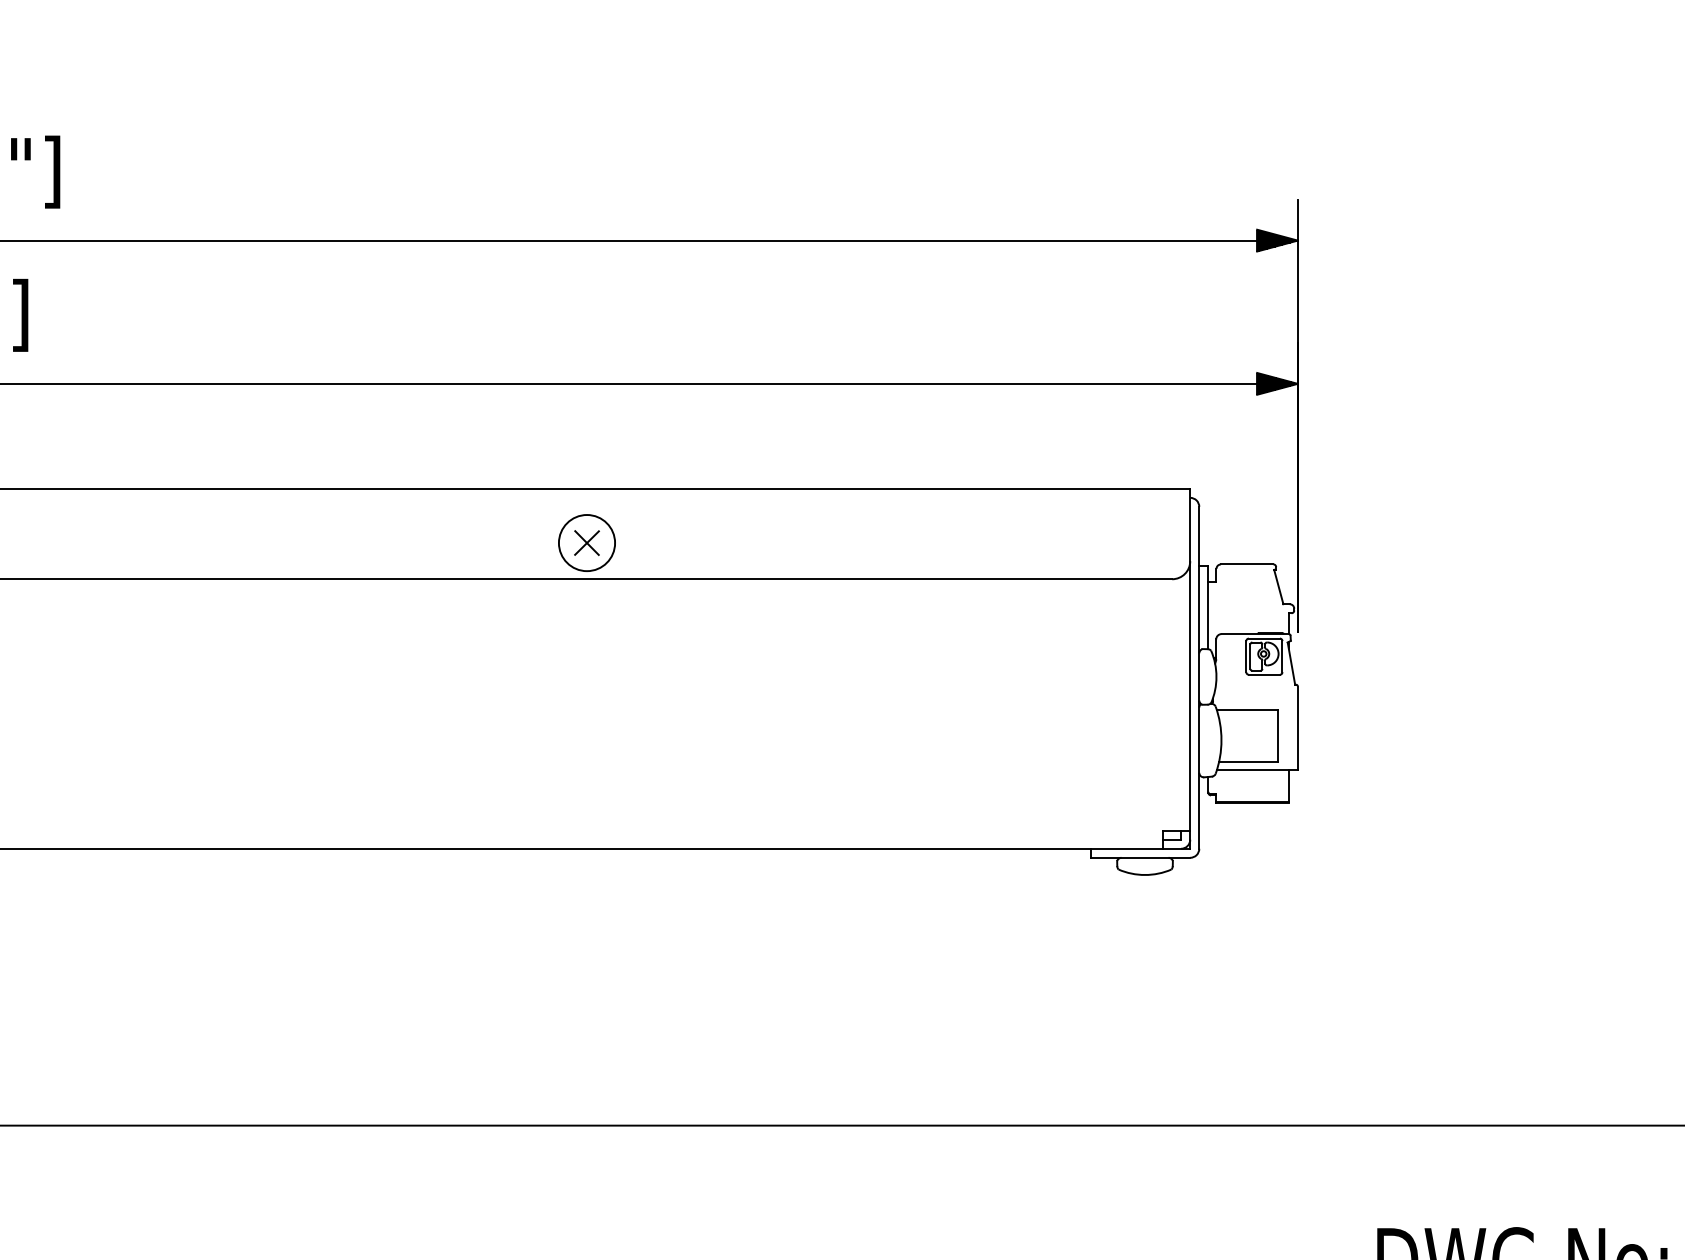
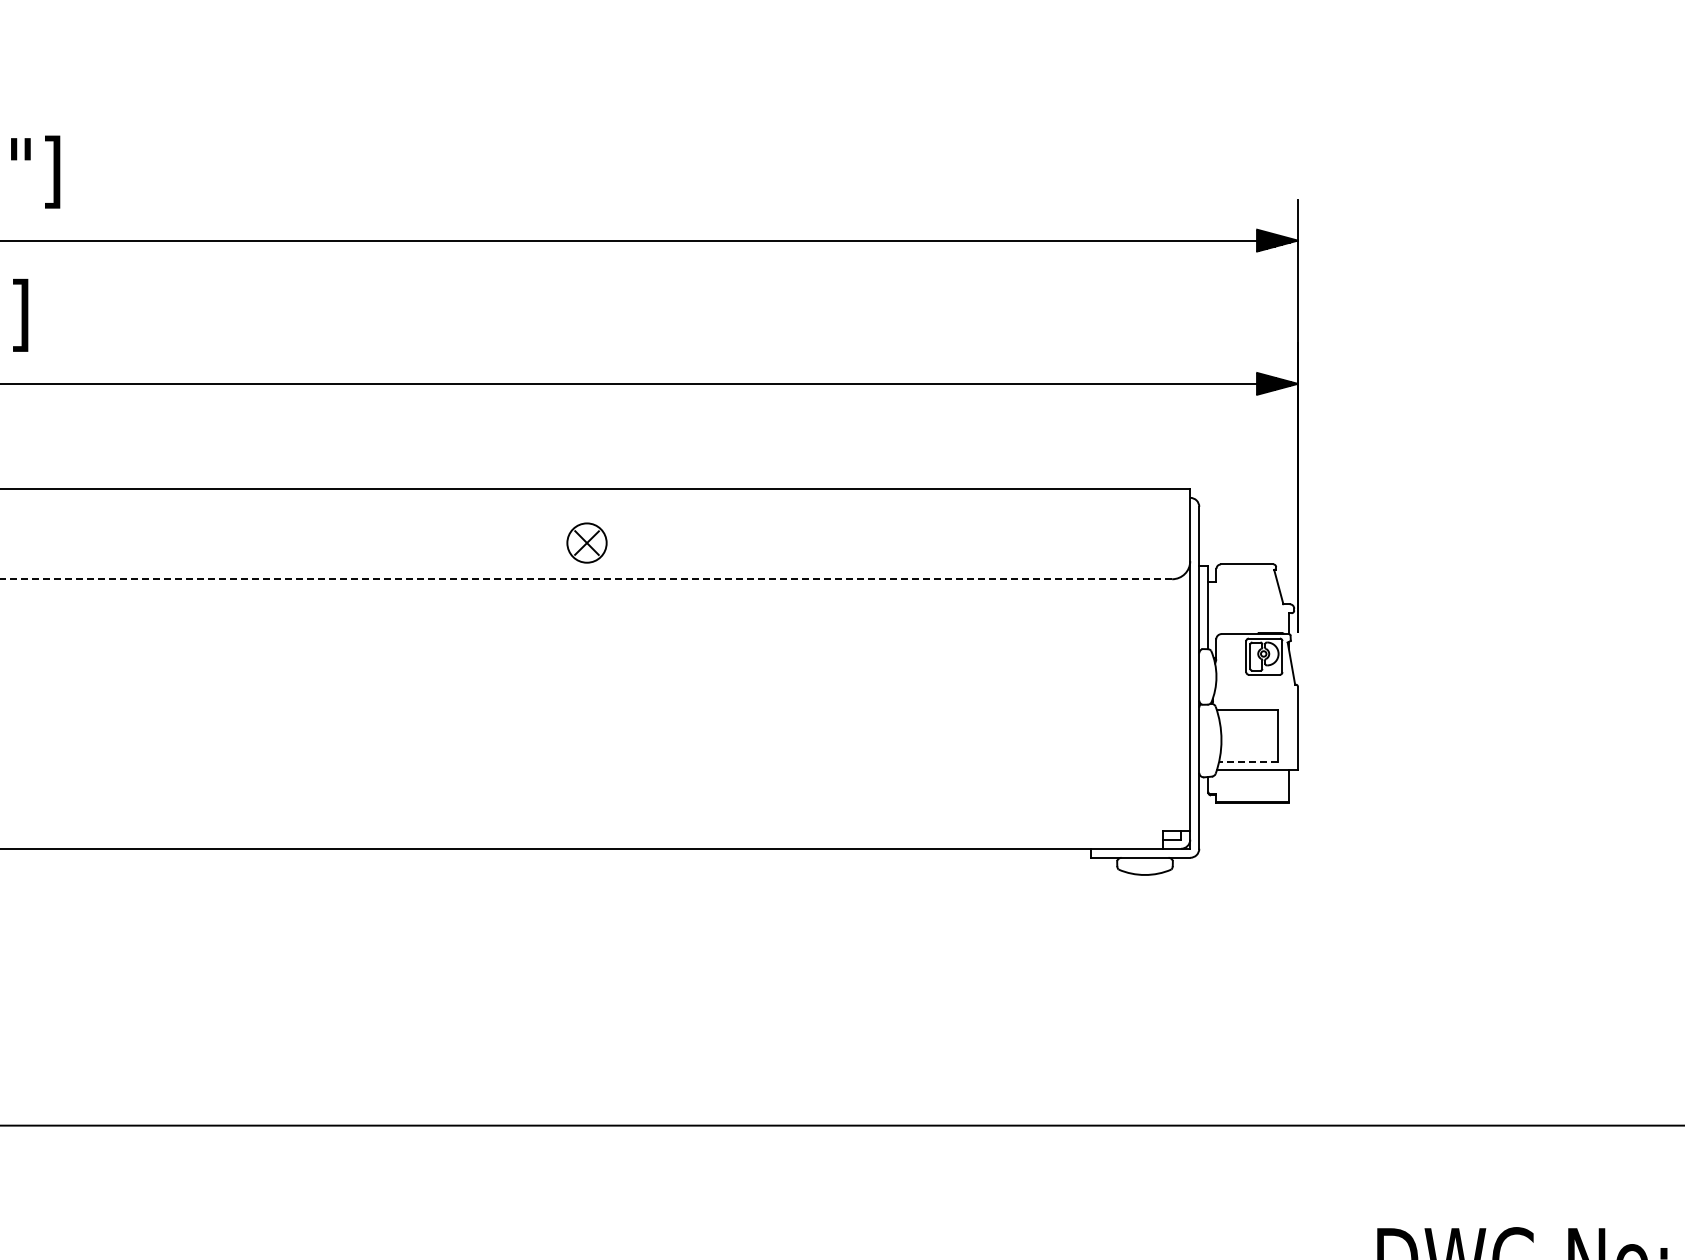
circle at (586, 543) diameter: 56 px -> 39 px
line at (586, 579): solid -> dashed
line at (1248, 762): solid -> dashed
